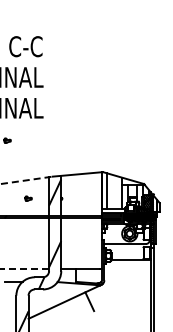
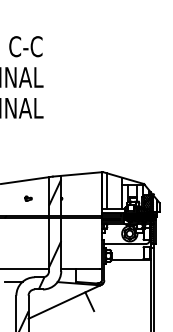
part at (7, 140): present -> none
line at (27, 180): dashed -> solid
line at (24, 269): dashed -> solid
